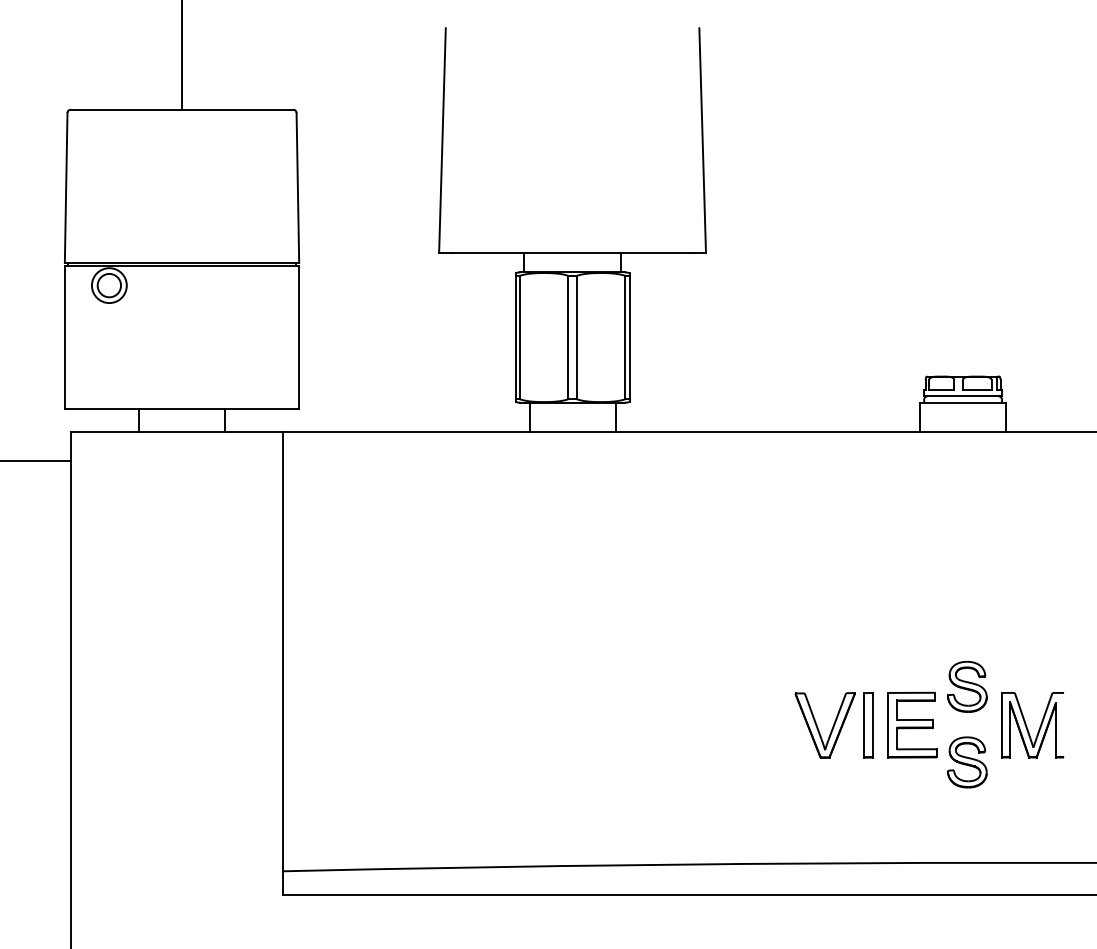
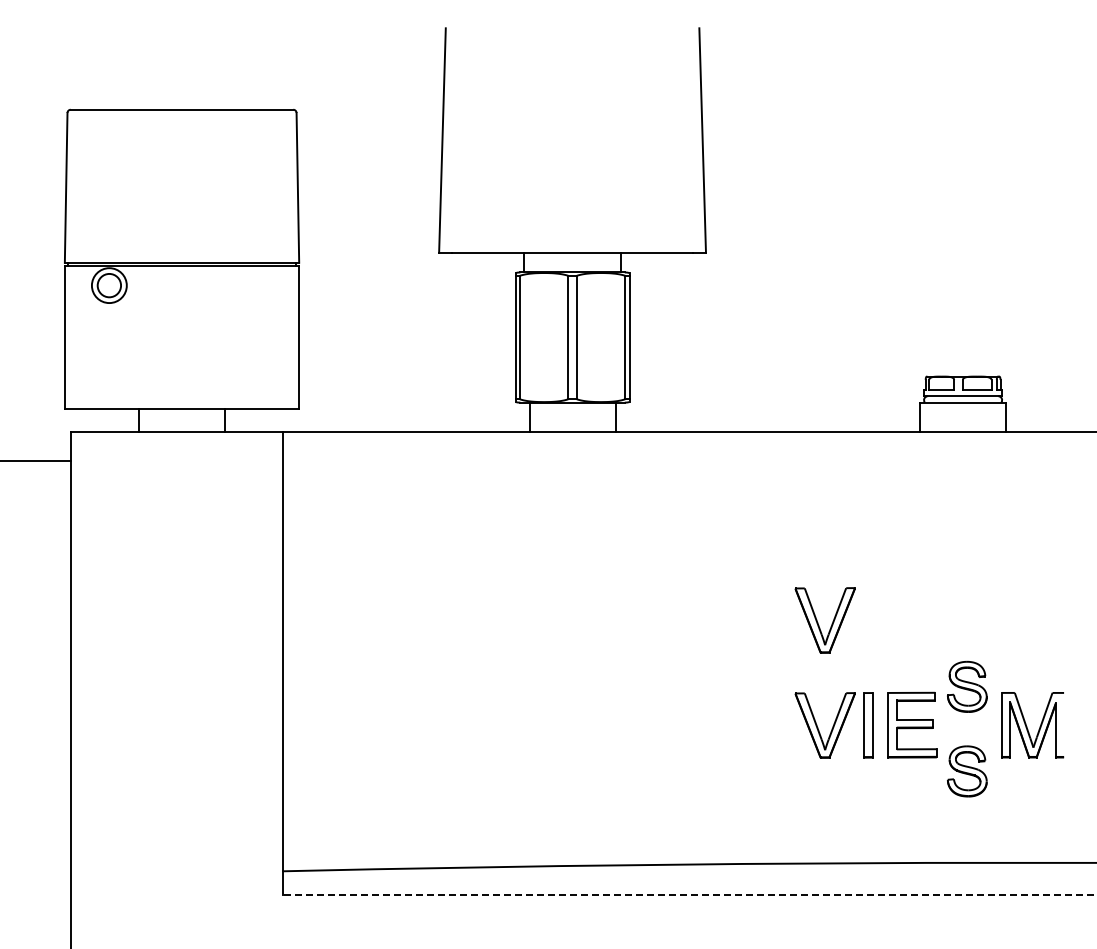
line at (182, 55): present -> none
part at (818, 622): none -> present
part at (967, 762) position: (967, 762) -> (967, 771)
line at (689, 895): solid -> dashed
